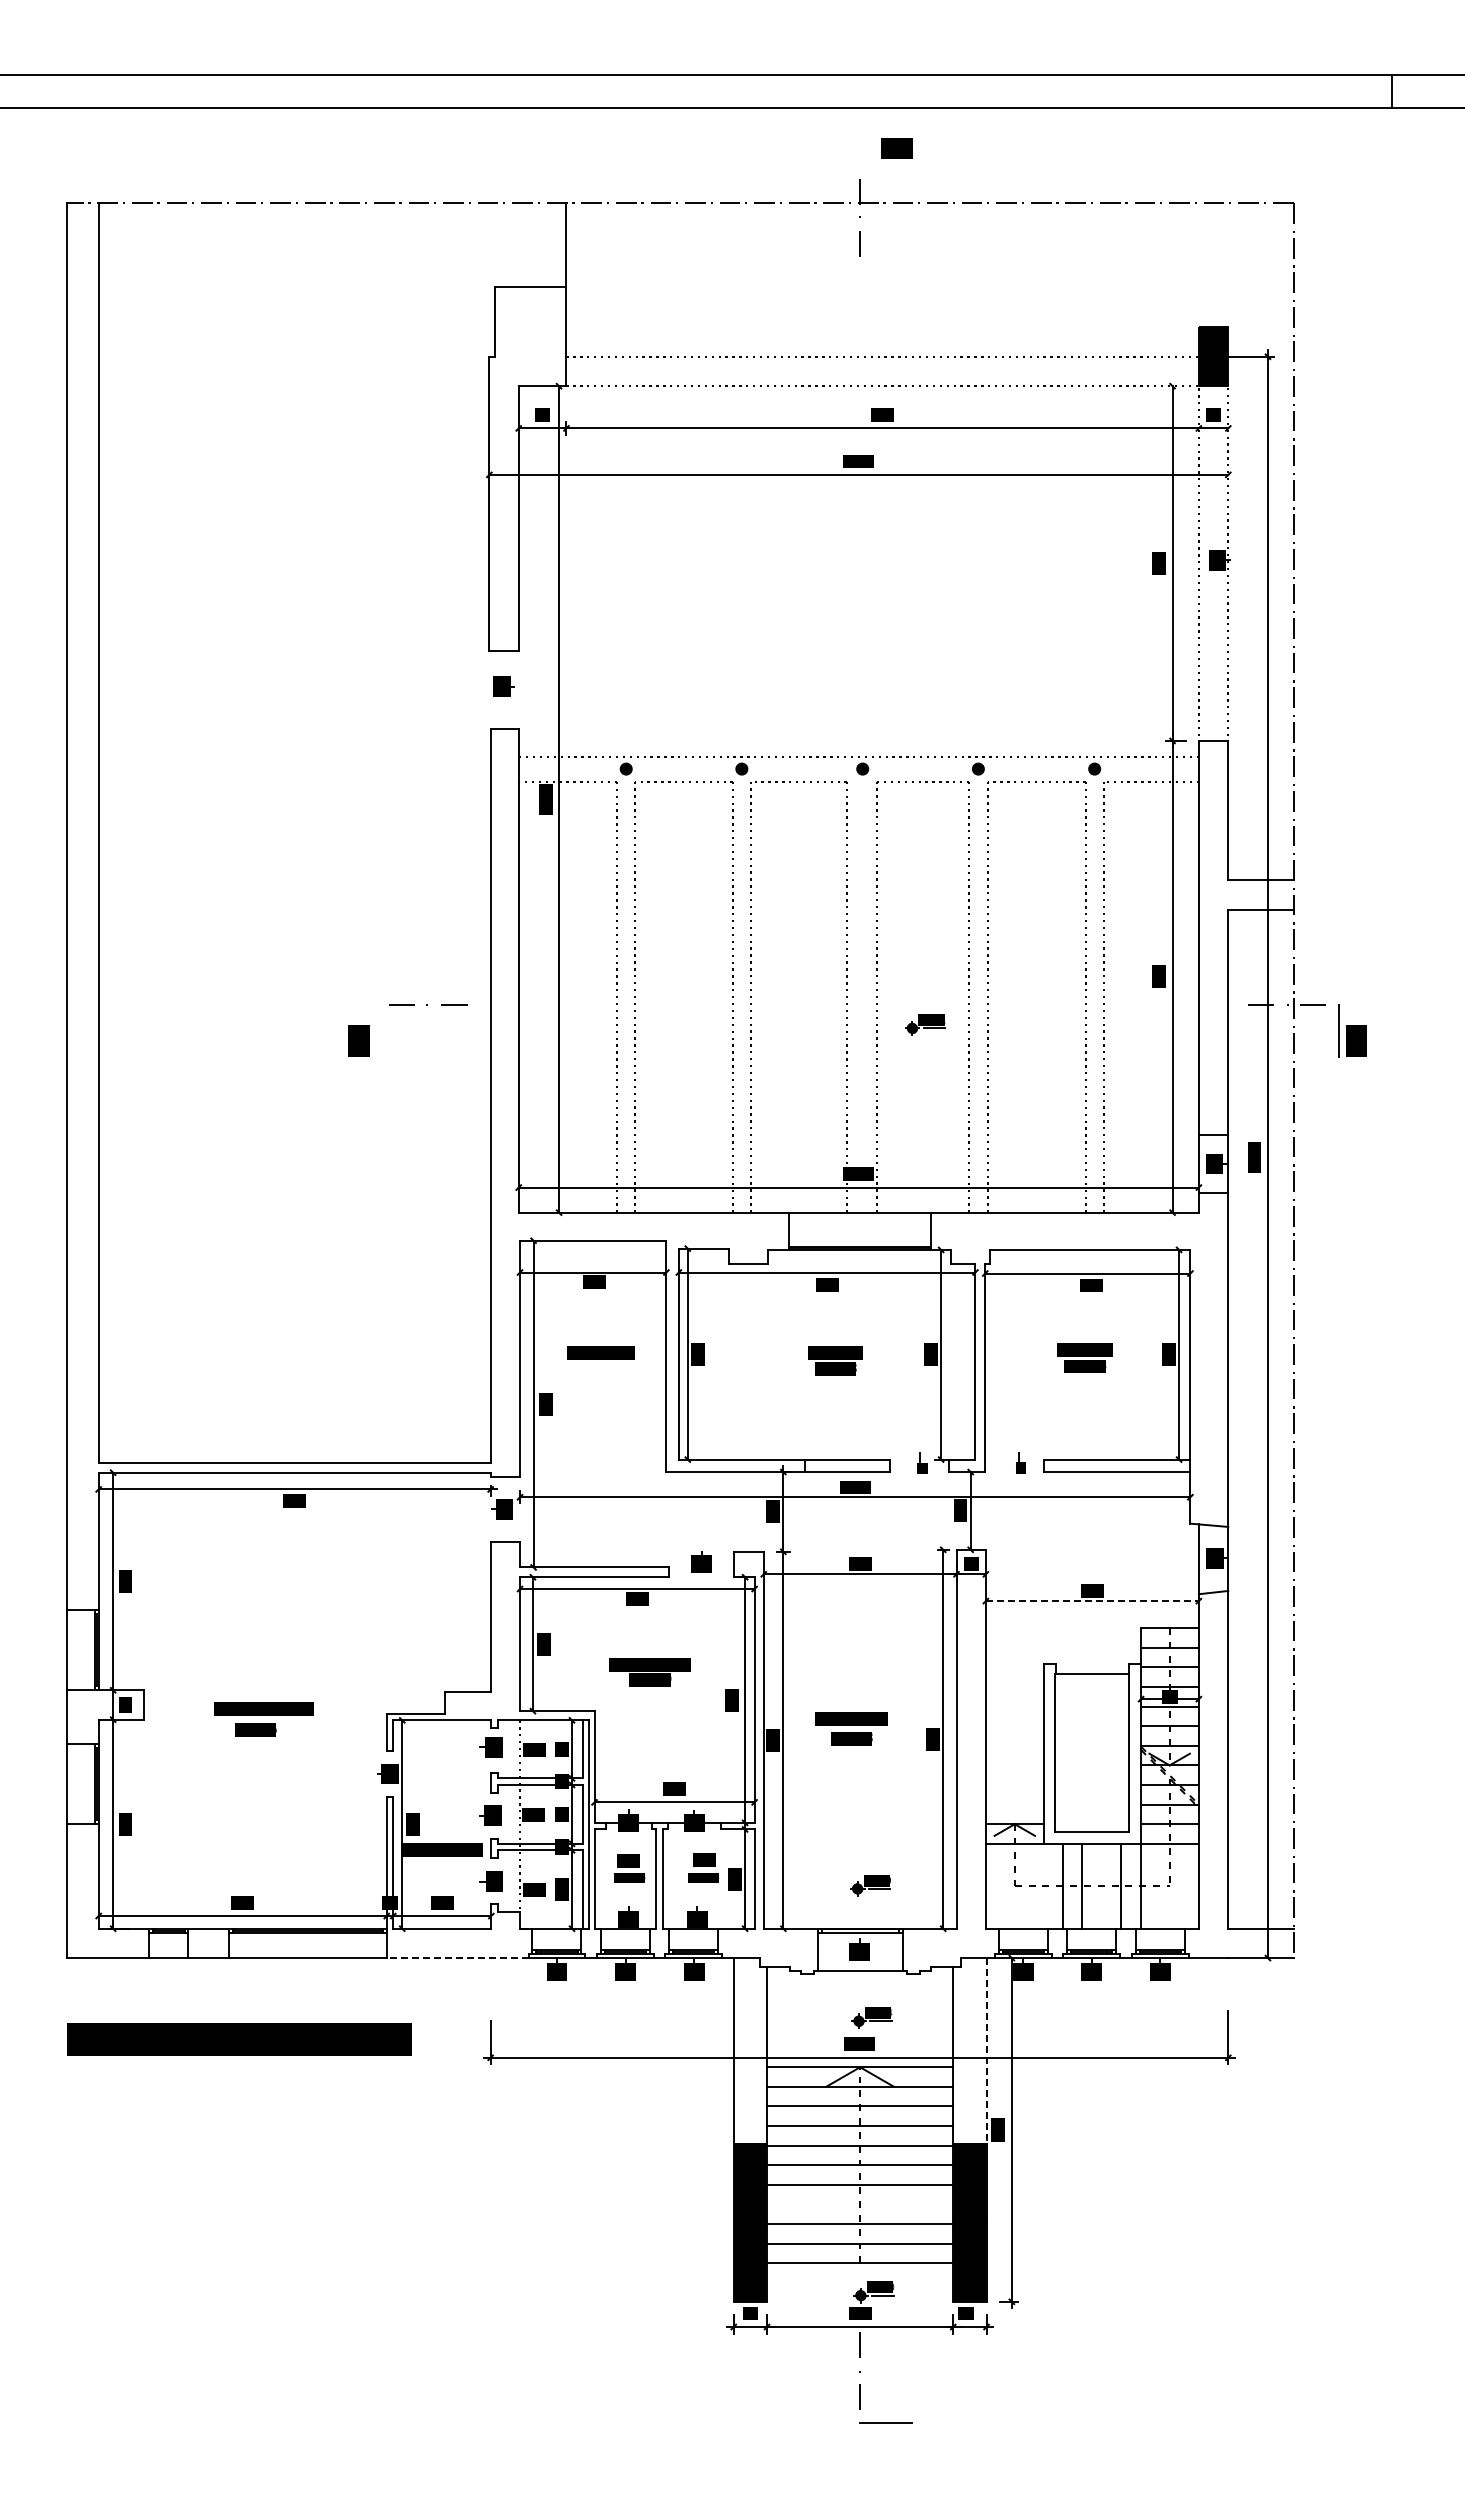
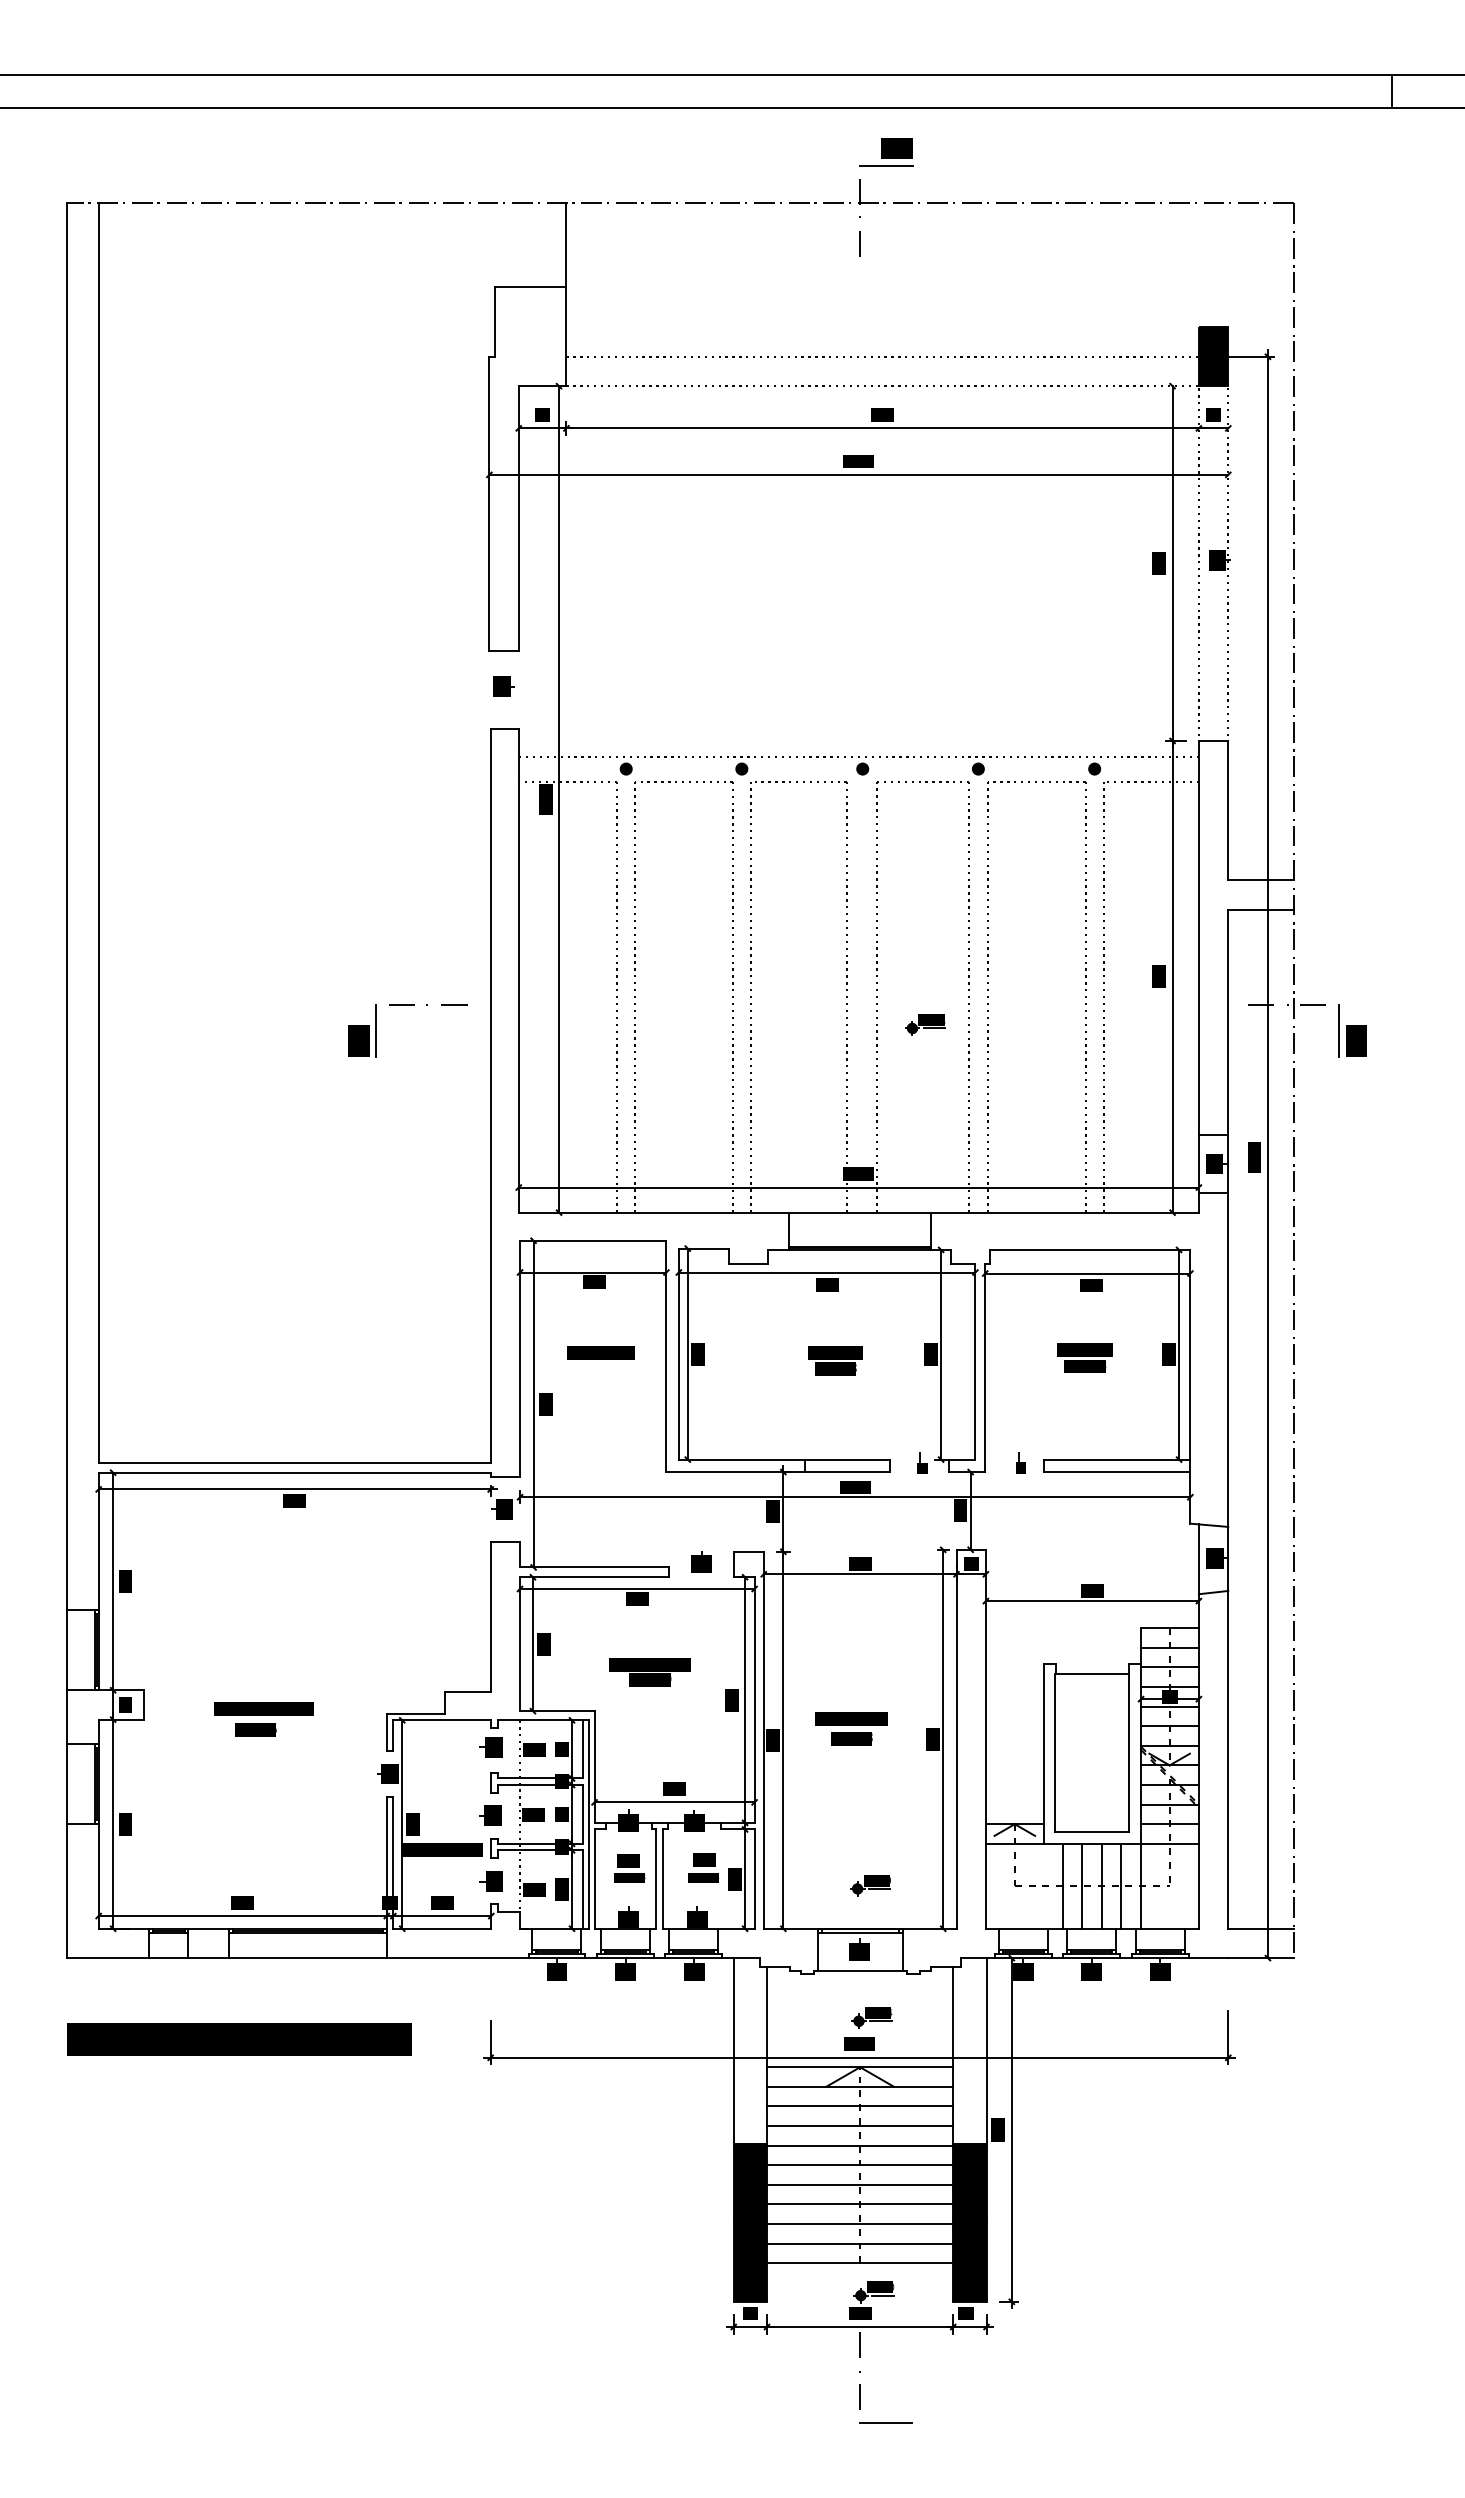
line at (886, 165): none -> present
line at (376, 1030): none -> present
line at (1092, 1601): dashed -> solid
line at (1101, 1885): none -> present
line at (457, 1958): dashed -> solid
line at (986, 2050): dashed -> solid
line at (860, 2204): none -> present
